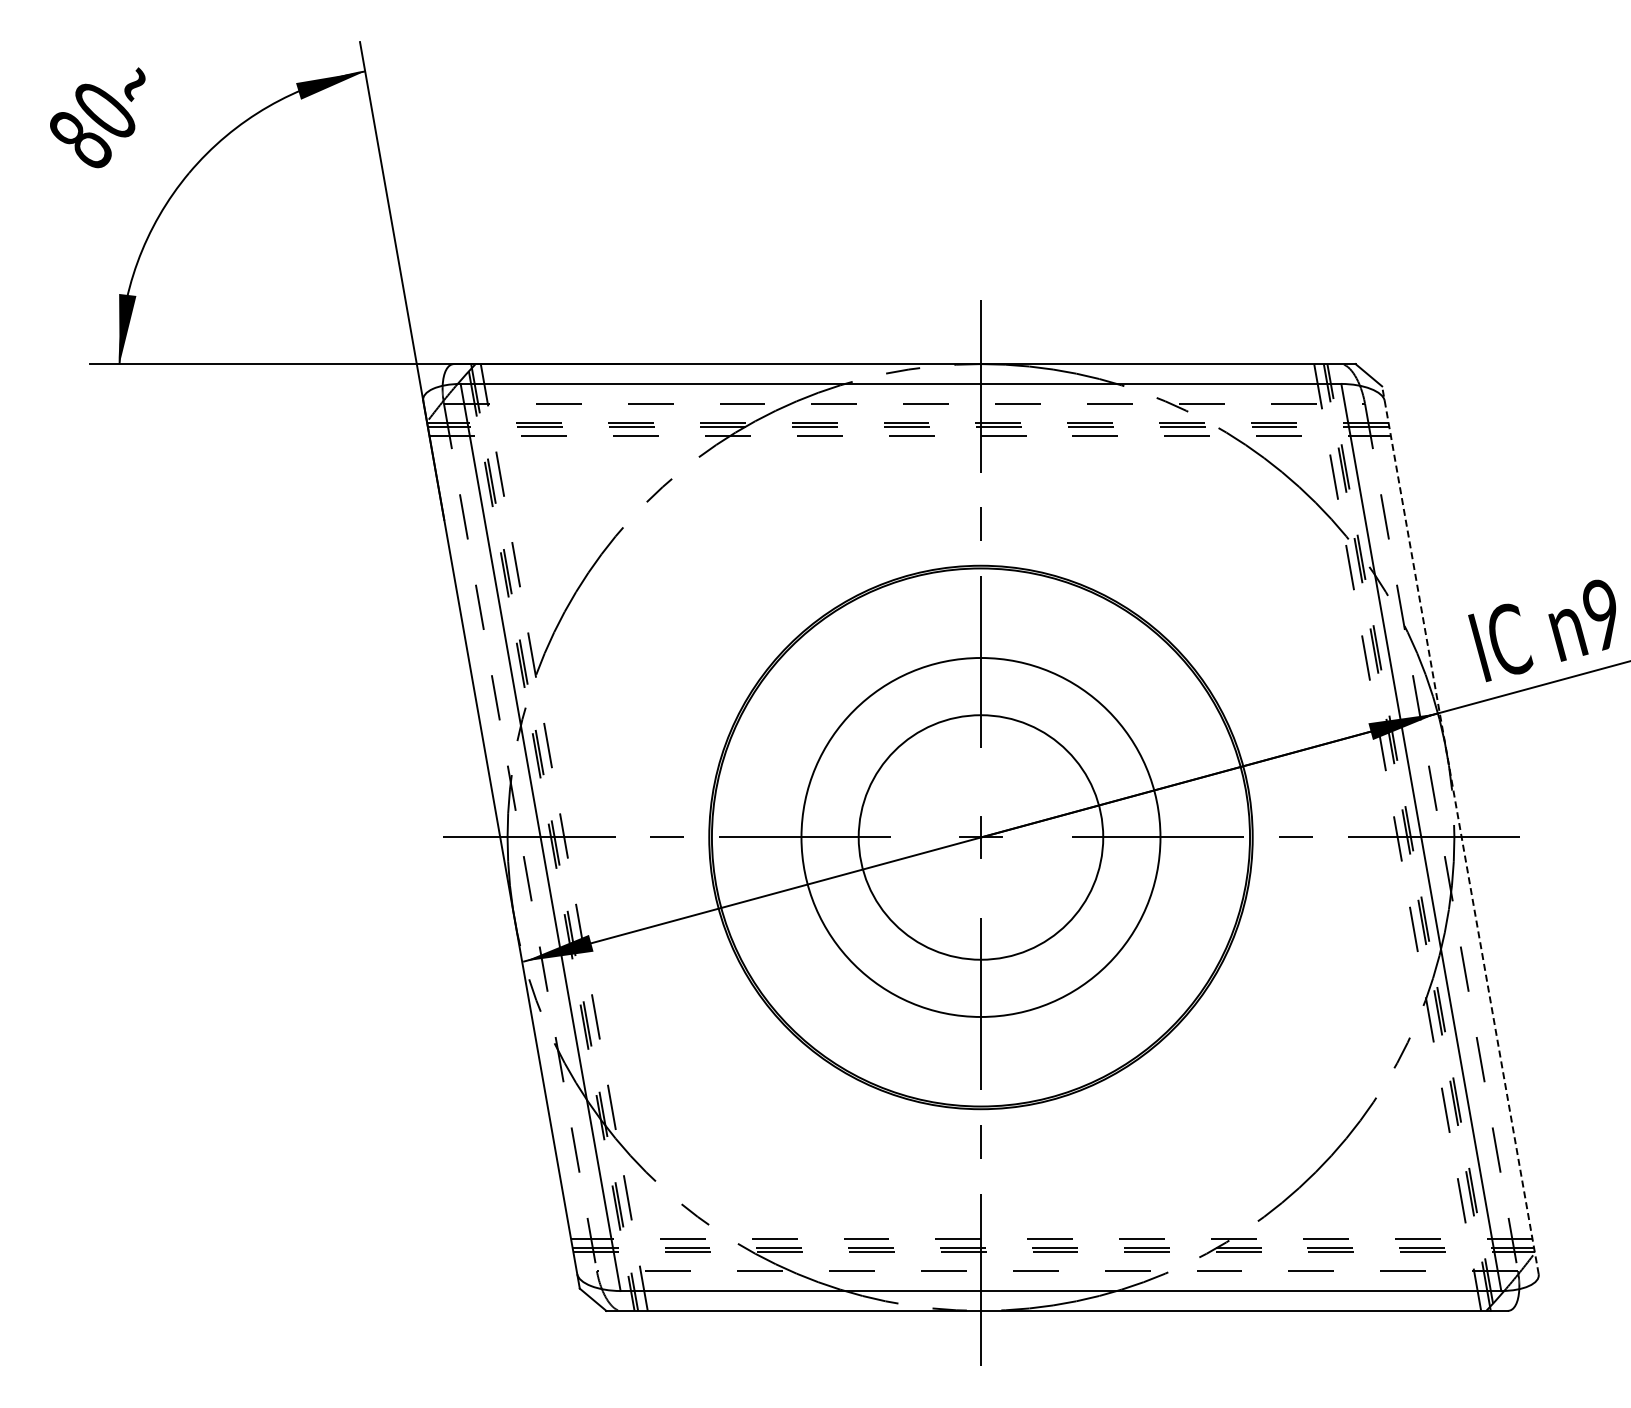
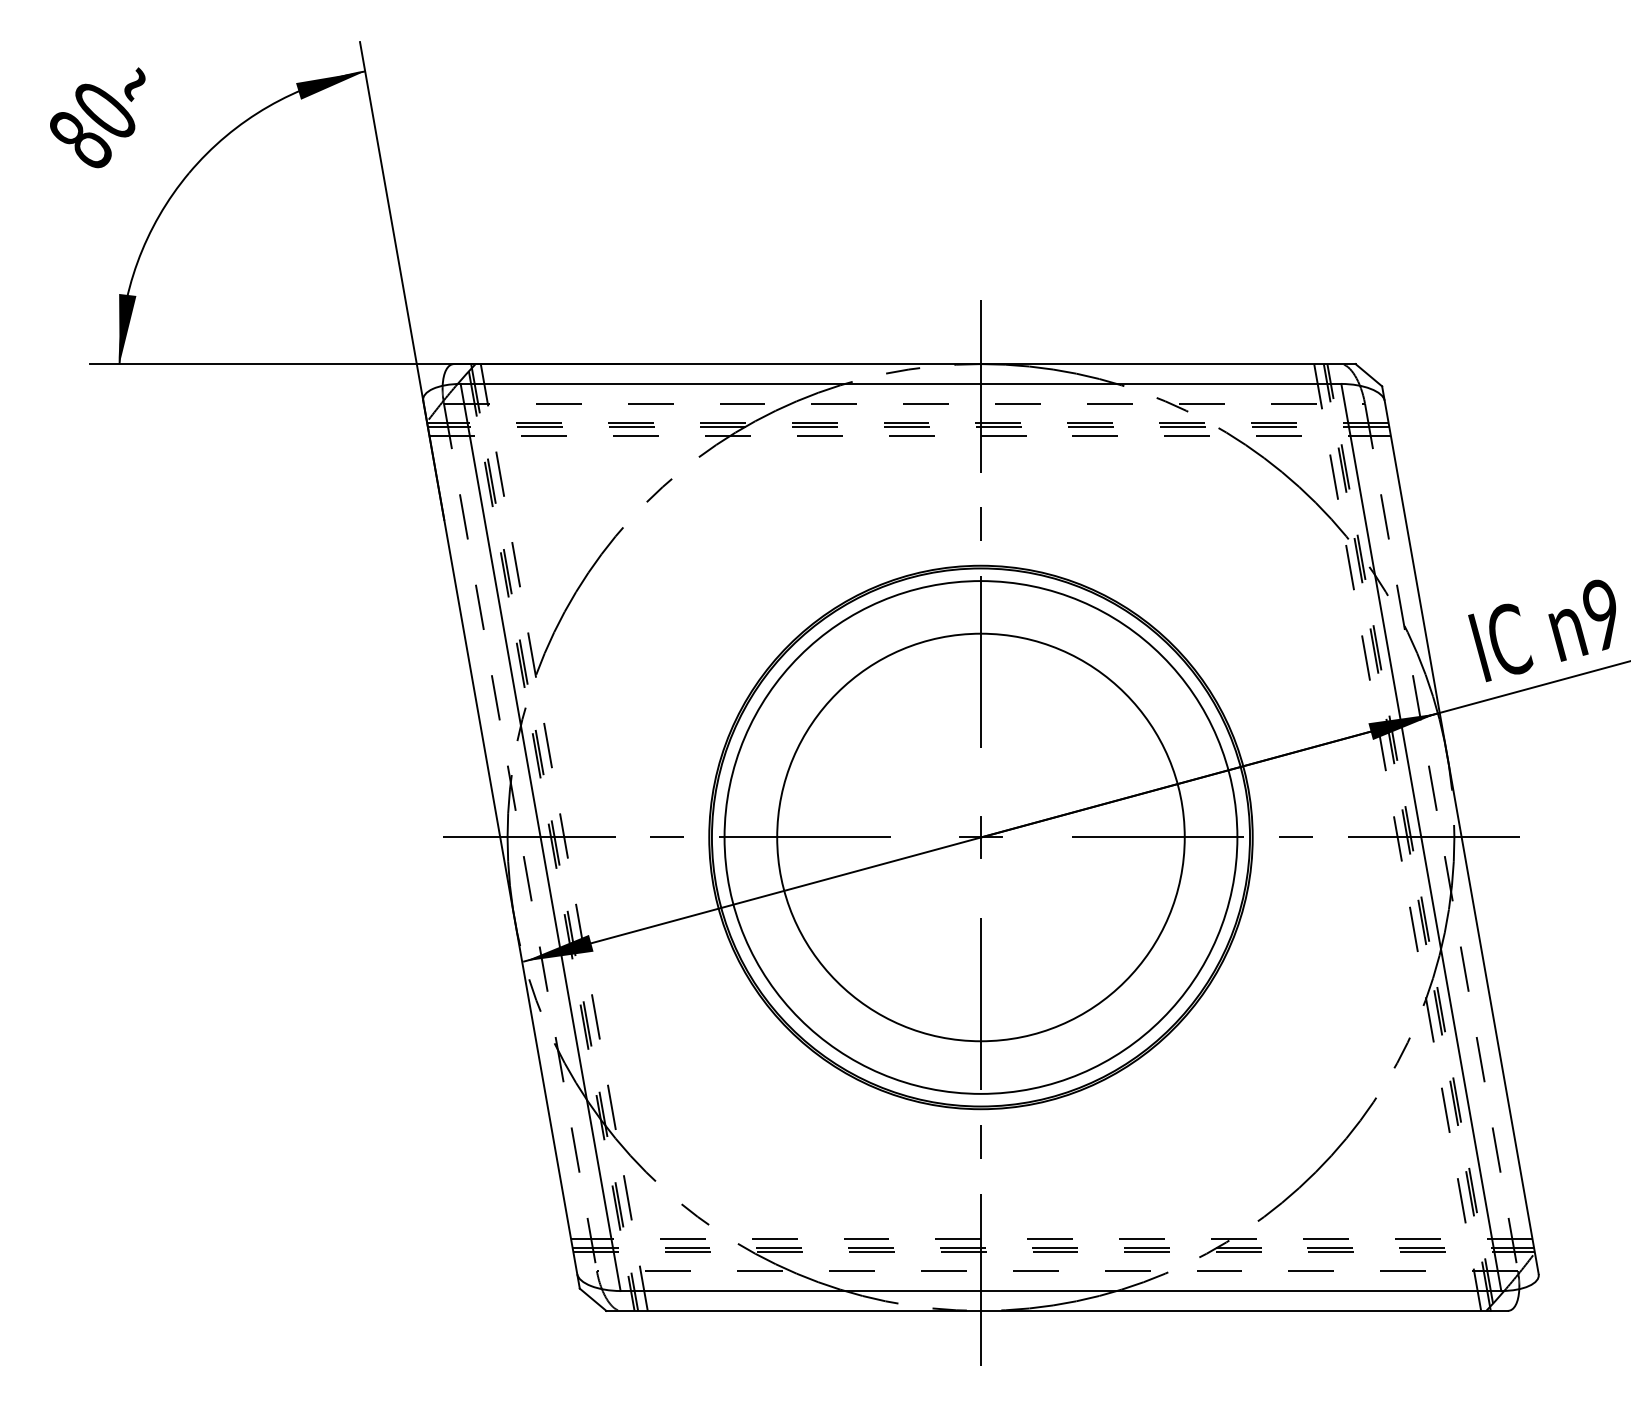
line at (1460, 830): dashed -> solid
circle at (980, 836) diameter: 359 px -> 513 px
circle at (980, 837) diameter: 245 px -> 408 px
